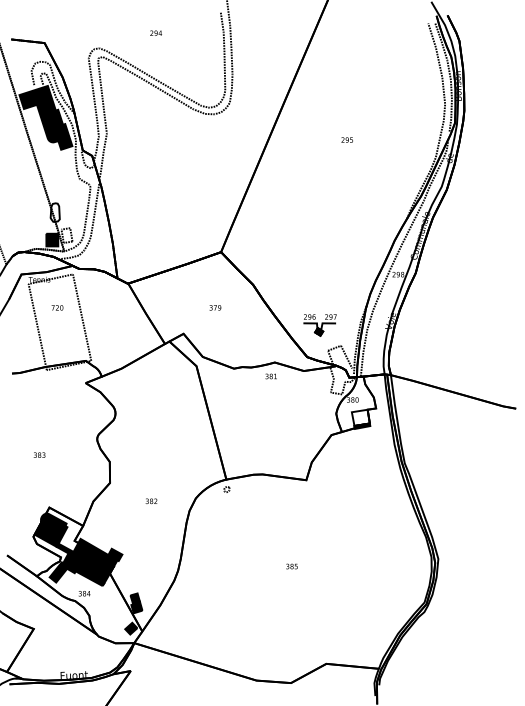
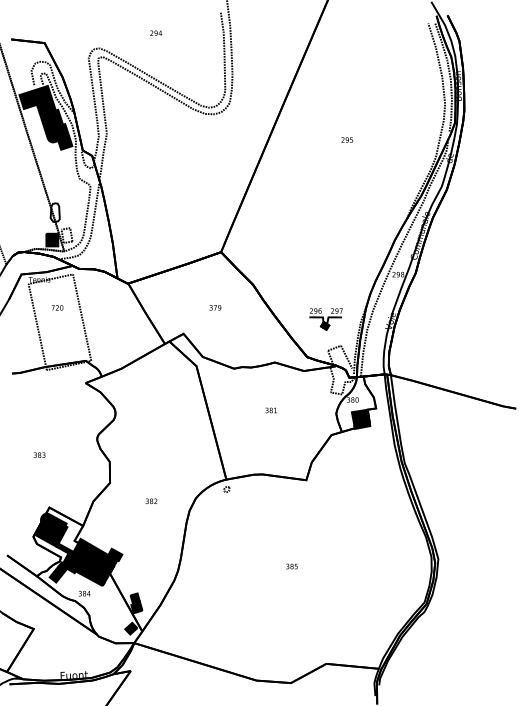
part at (319, 325) position: (319, 325) -> (325, 319)
text at (270, 376) position: (270, 376) -> (270, 410)
fill at (360, 417): none -> present
